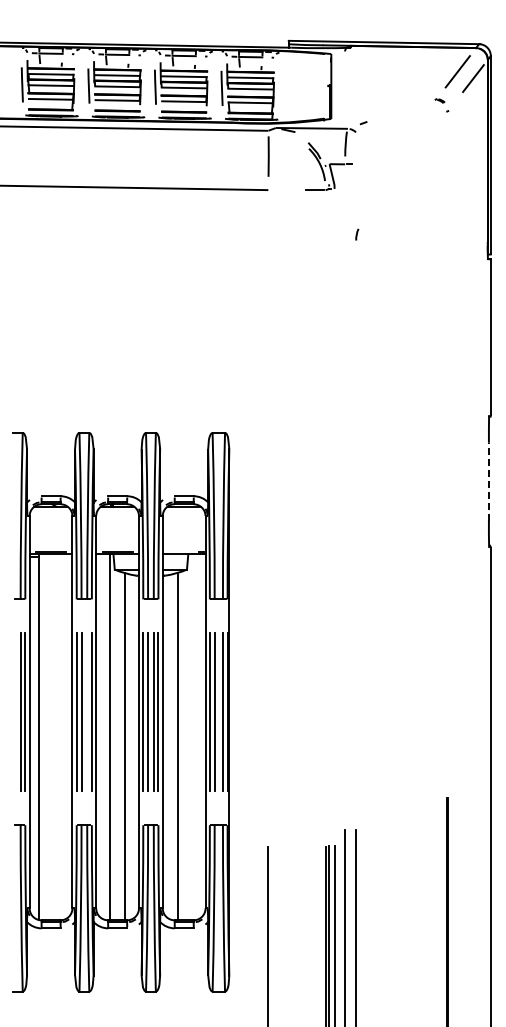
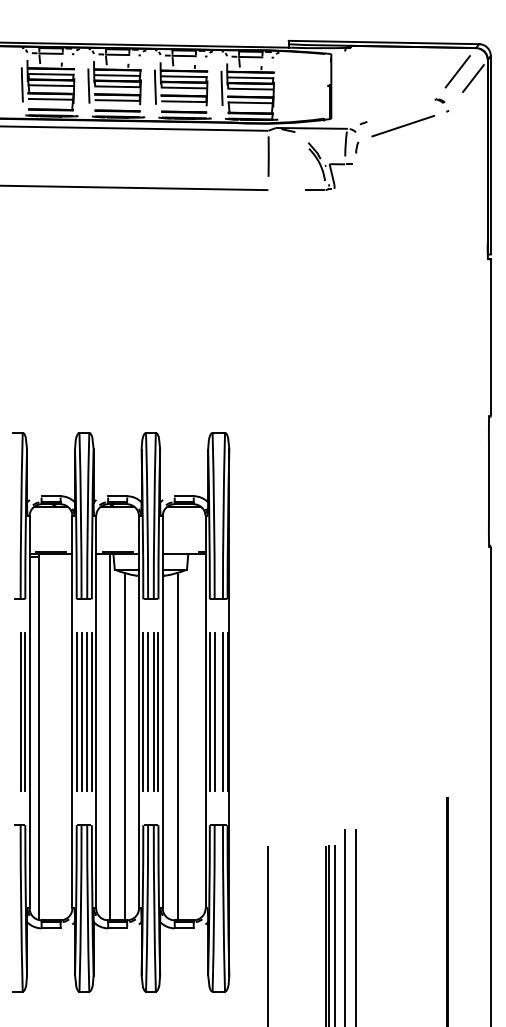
line at (402, 125): none -> present
arc at (357, 234) position: (357, 234) -> (357, 147)
line at (488, 481): dashed -> solid
line at (87, 712): none -> present
